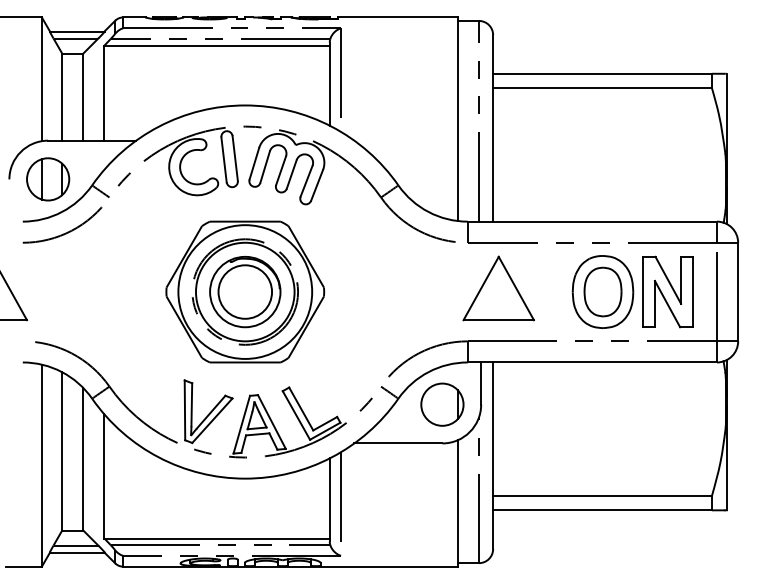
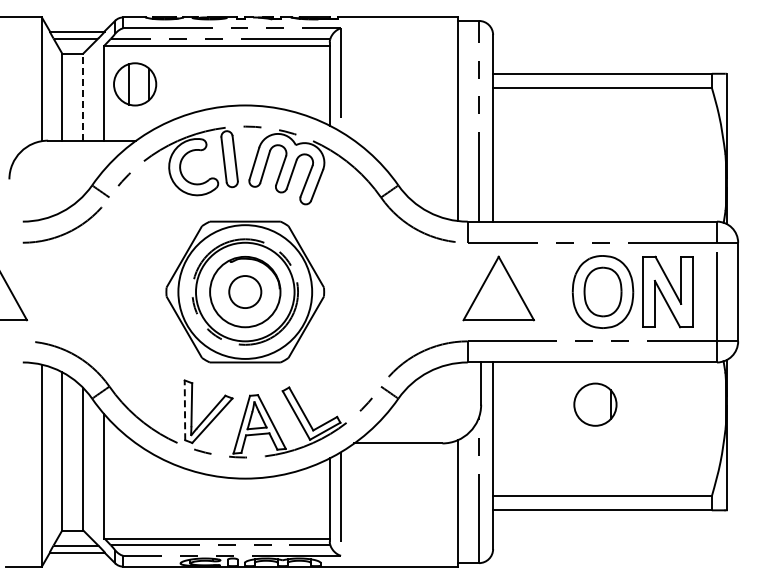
line at (83, 97): solid -> dashed
part at (48, 179) position: (48, 179) -> (135, 84)
circle at (245, 291) diameter: 54 px -> 32 px
part at (442, 404) position: (442, 404) -> (595, 404)
line at (184, 410): solid -> dashed
